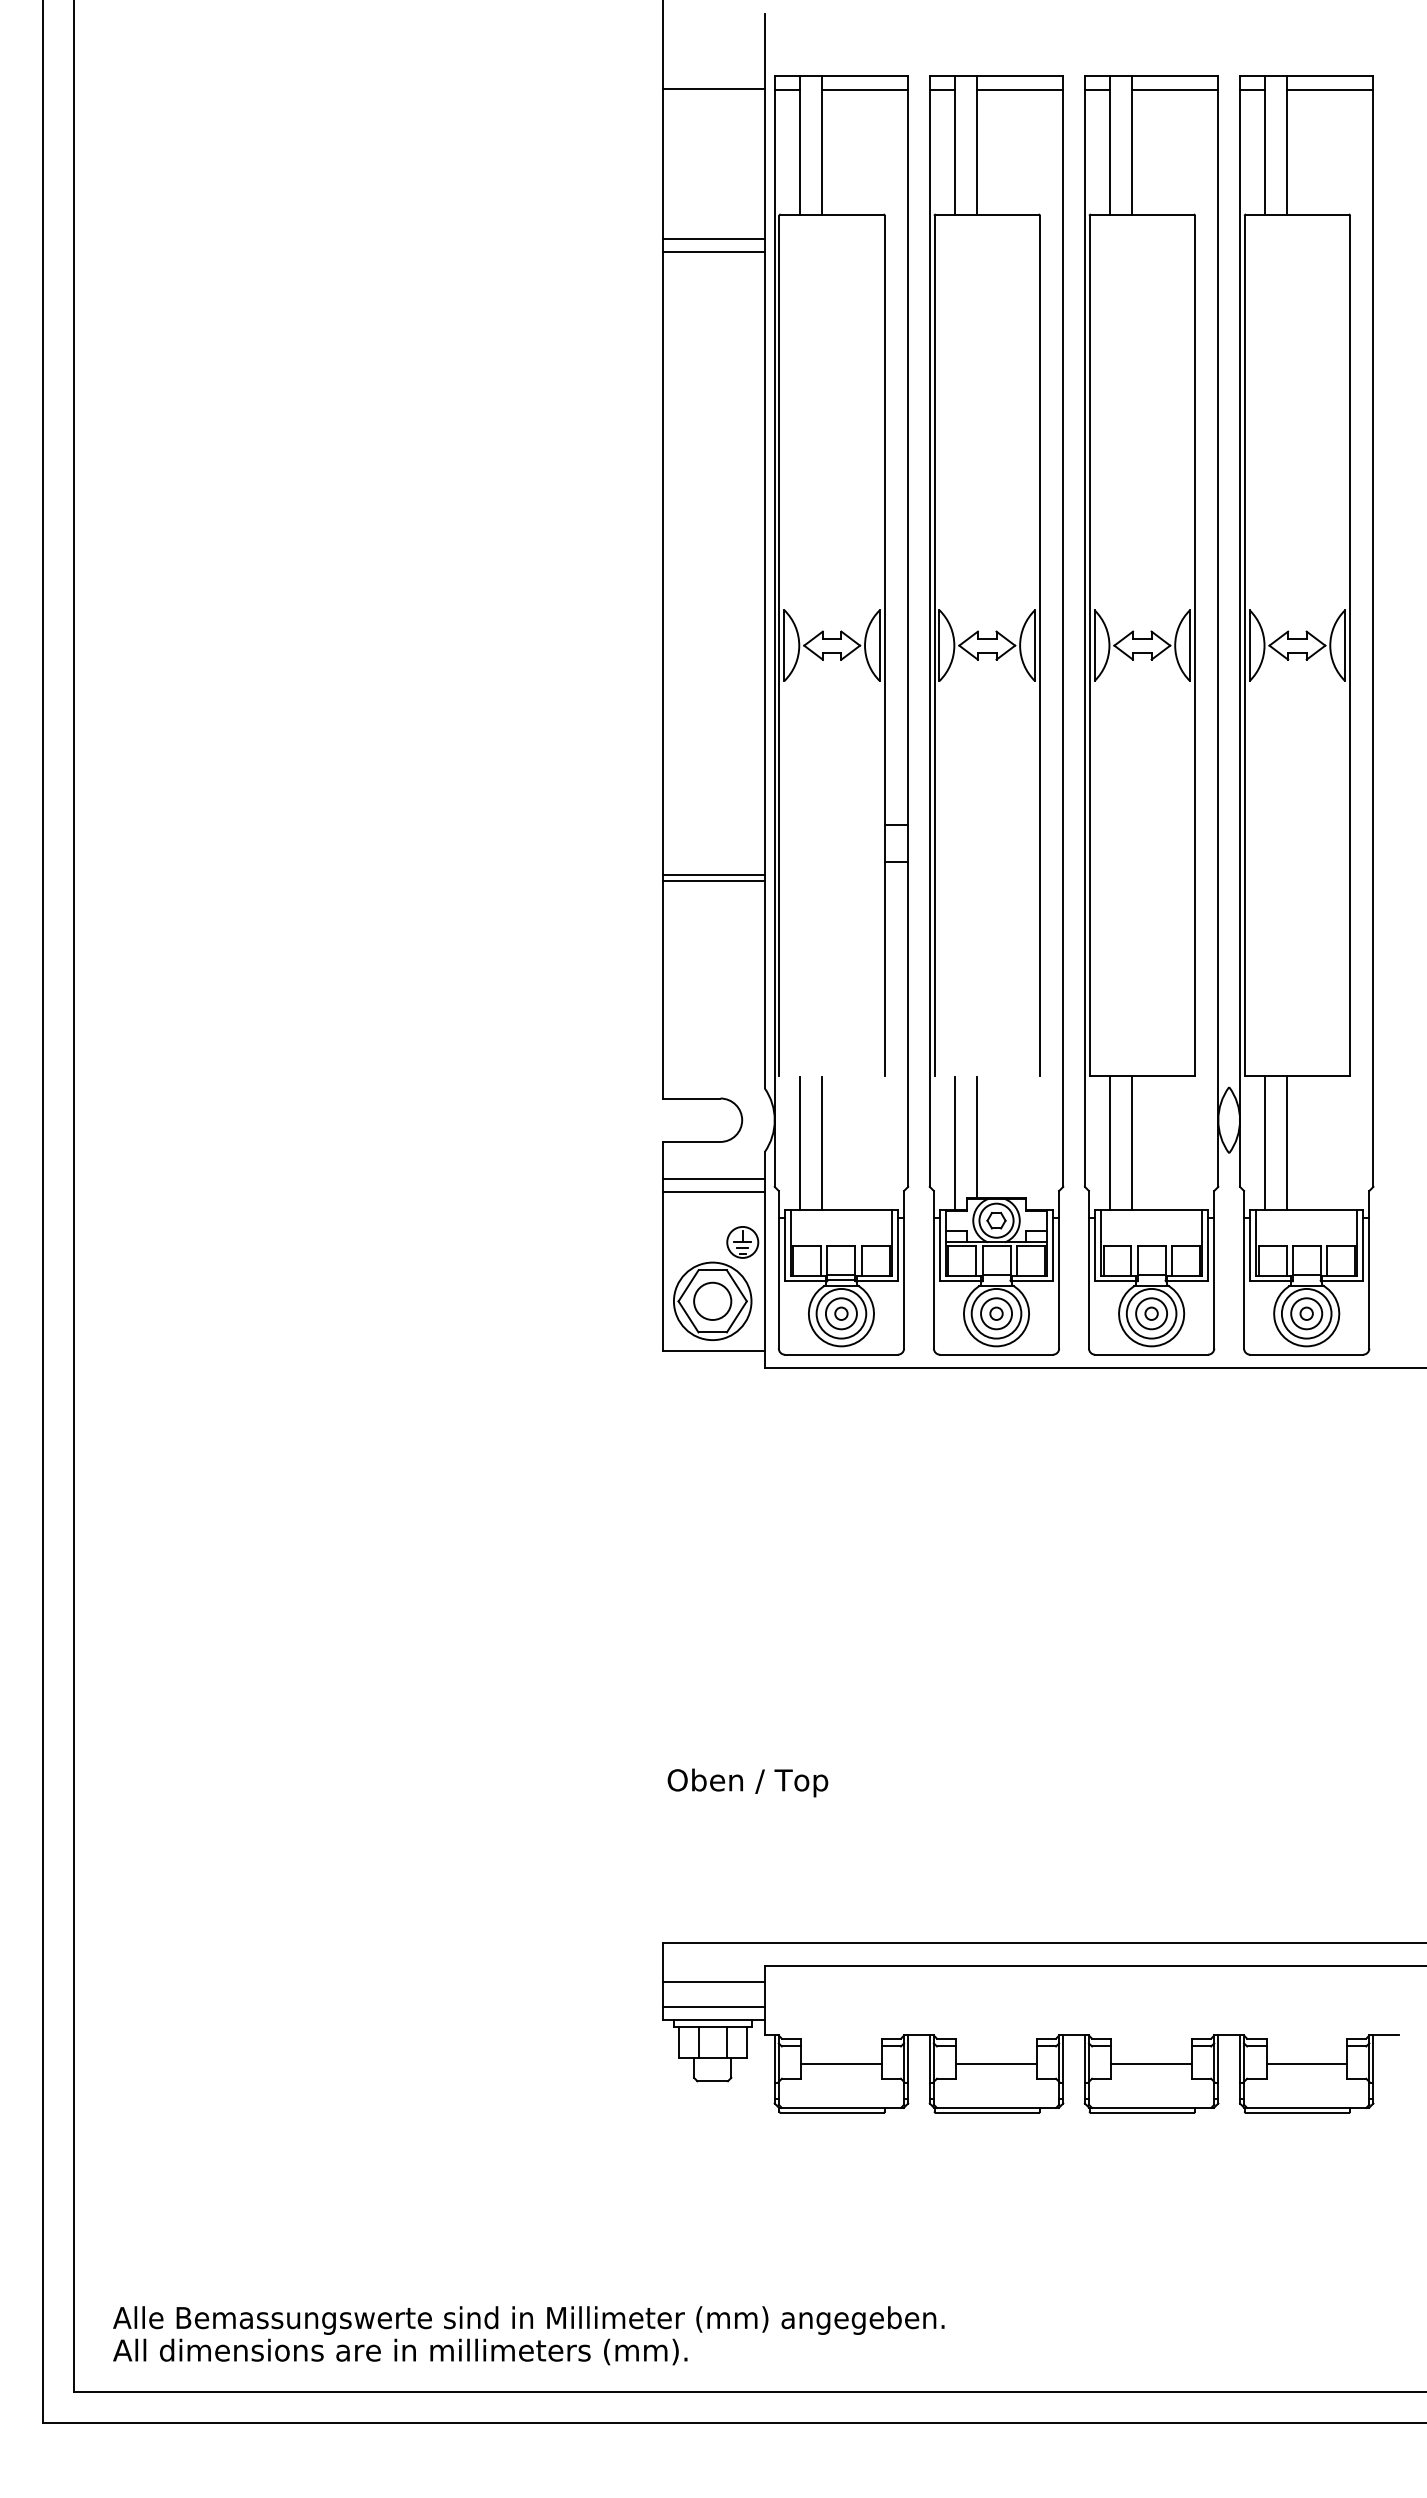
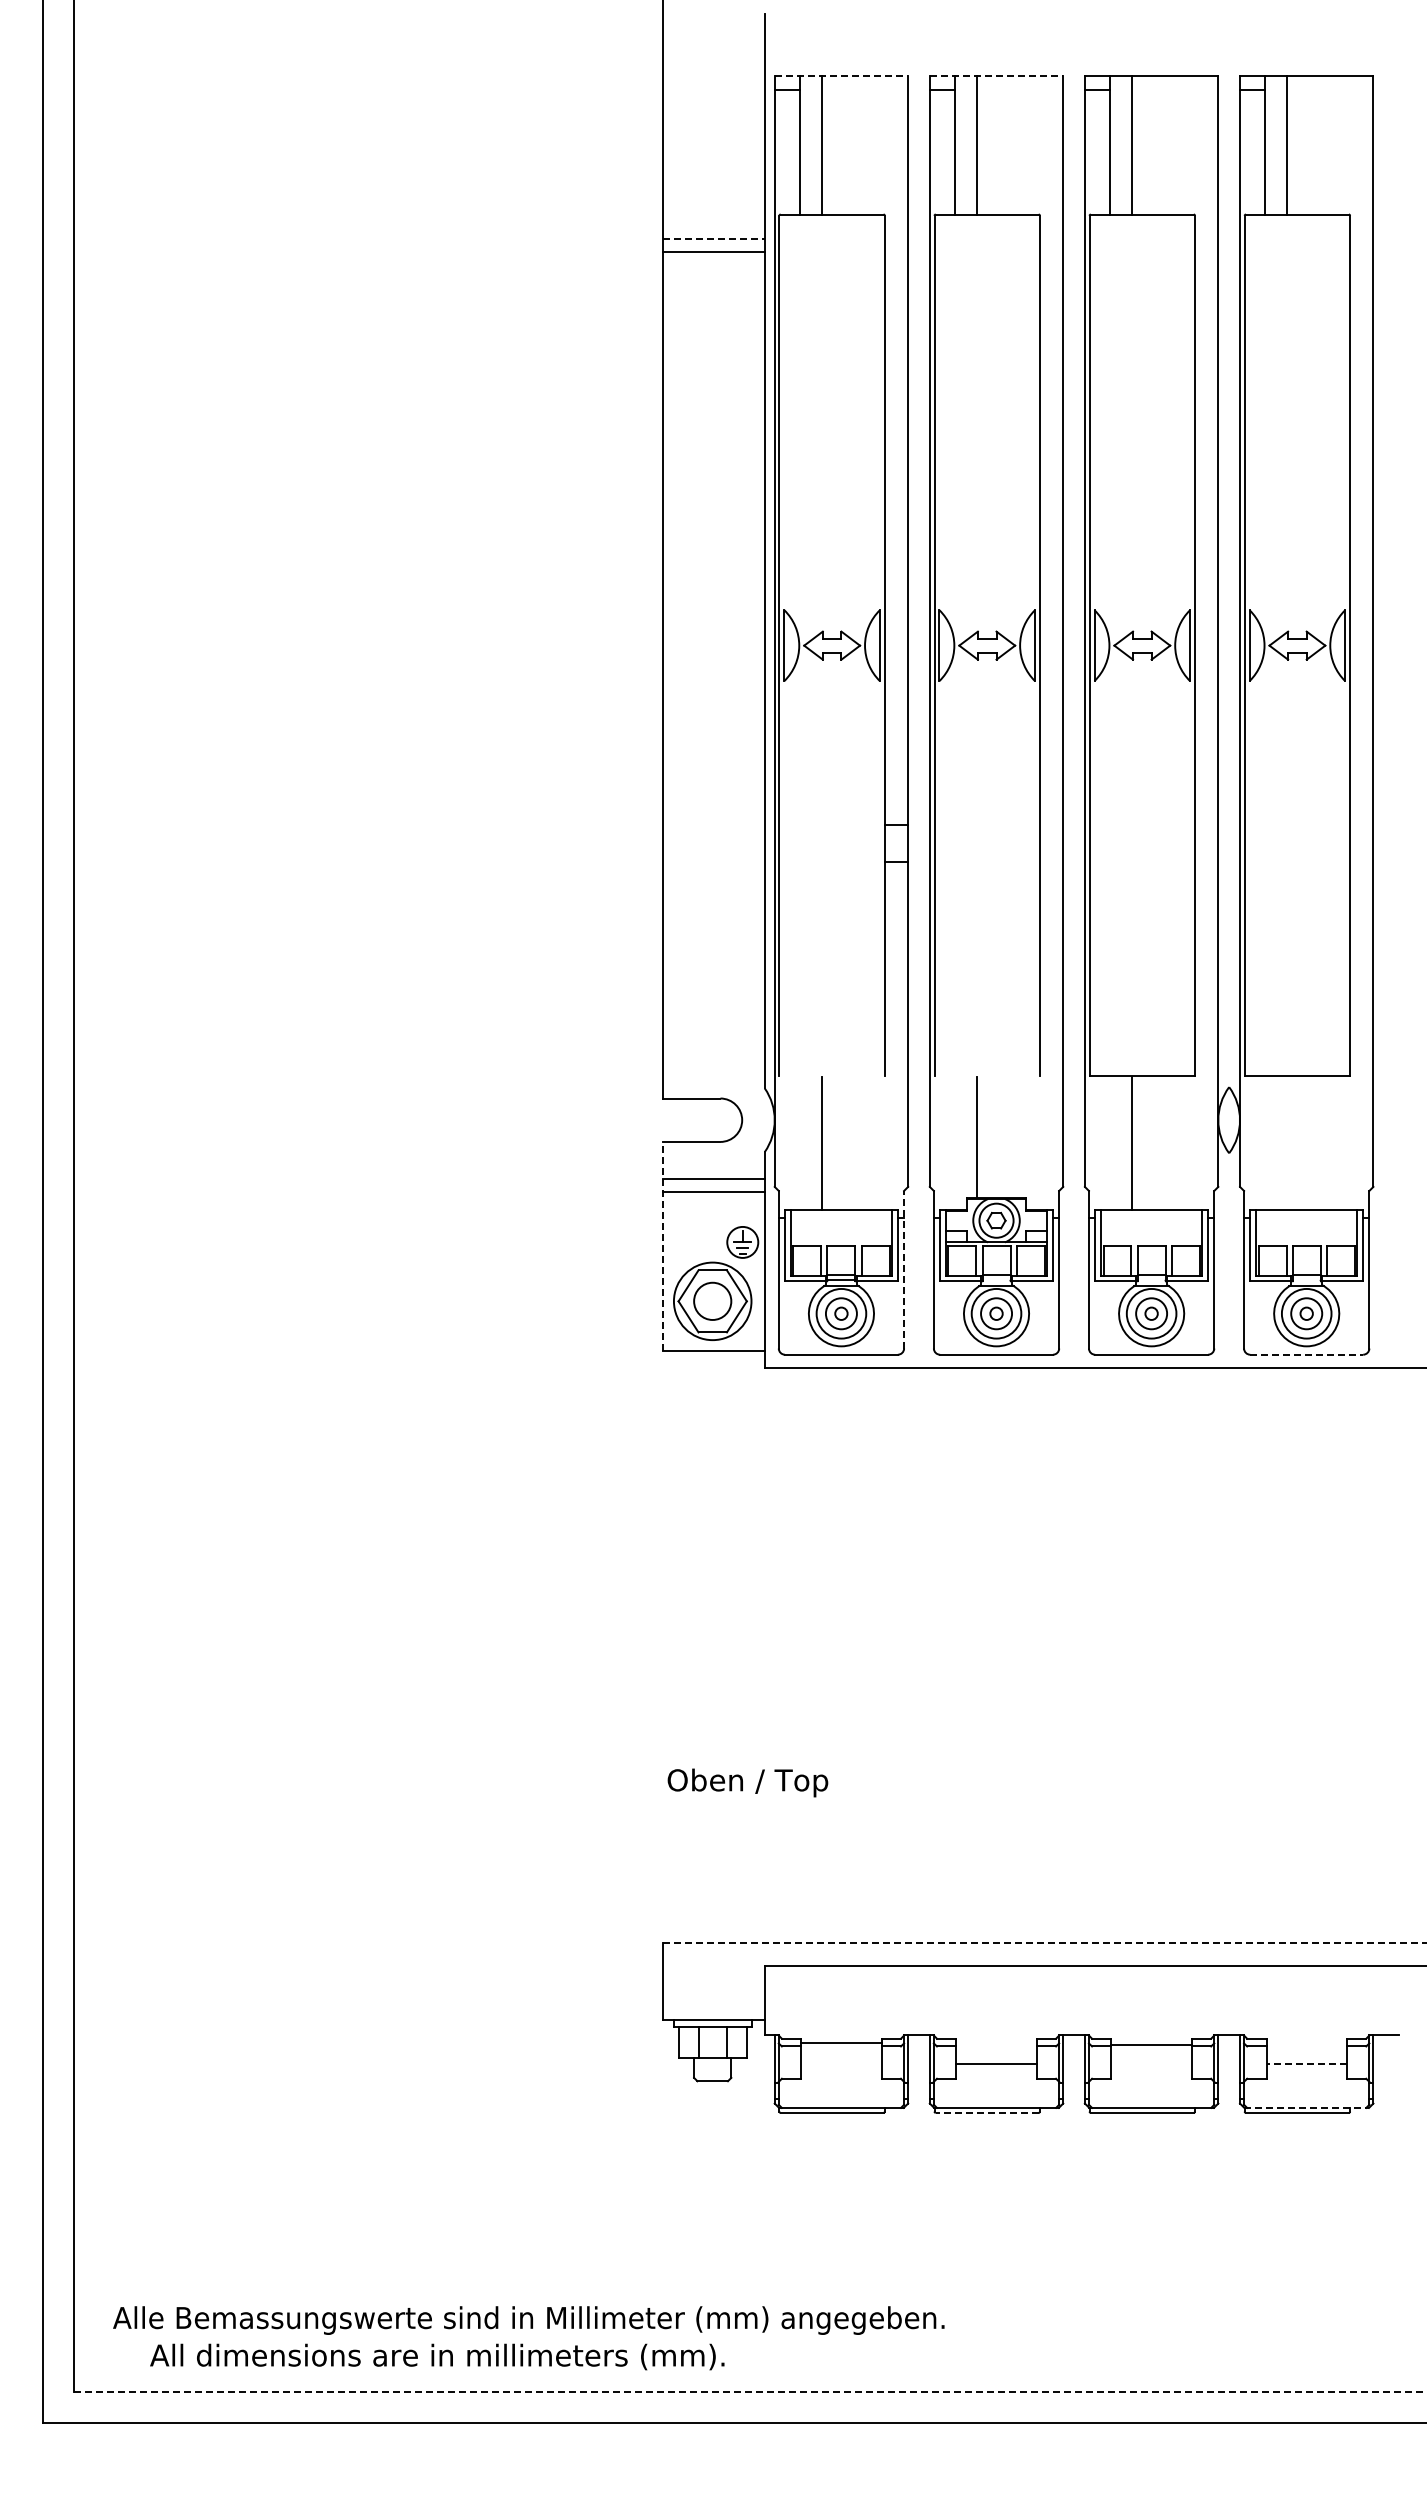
line at (841, 75): solid -> dashed
line at (996, 75): solid -> dashed
line at (713, 89): present -> none
line at (865, 89): present -> none
line at (1020, 89): present -> none
line at (1175, 89): present -> none
line at (1330, 89): present -> none
line at (713, 239): solid -> dashed
line at (713, 874): present -> none
line at (713, 881): present -> none
line at (799, 1142): present -> none
line at (954, 1142): present -> none
line at (1110, 1142): present -> none
line at (1265, 1142): present -> none
line at (1287, 1142): present -> none
line at (663, 1246): solid -> dashed
line at (904, 1269): solid -> dashed
line at (1307, 1354): solid -> dashed
line at (1044, 1942): solid -> dashed
line at (713, 1981): present -> none
line at (713, 2006): present -> none
line at (841, 2064) position: (841, 2064) -> (841, 2043)
line at (1151, 2064) position: (1151, 2064) -> (1151, 2045)
line at (1306, 2064): solid -> dashed
line at (1307, 2107): solid -> dashed
line at (986, 2112): solid -> dashed
text at (400, 2351) position: (400, 2351) -> (437, 2356)
line at (750, 2392): solid -> dashed
